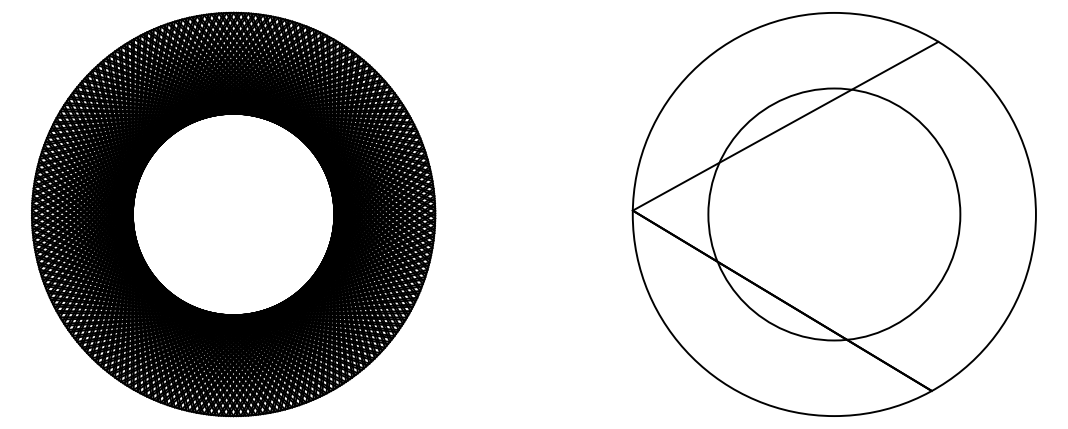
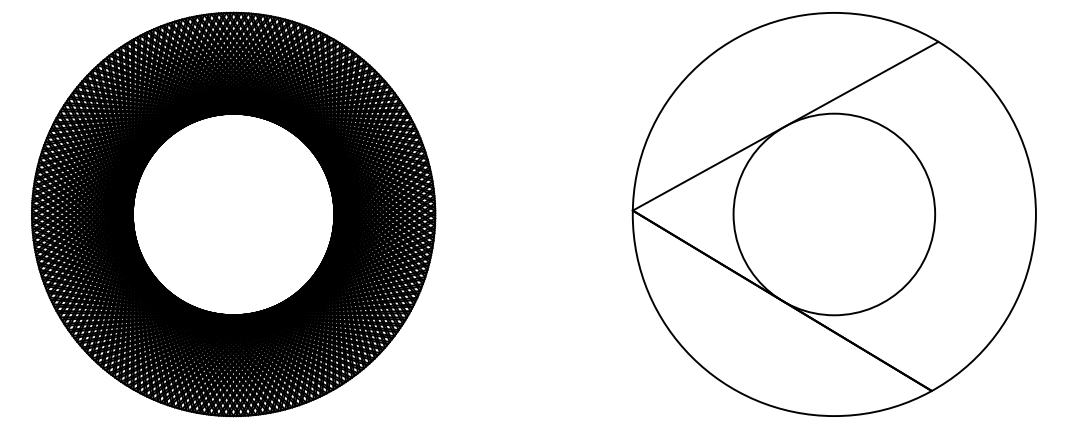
circle at (834, 214) diameter: 252 px -> 202 px
